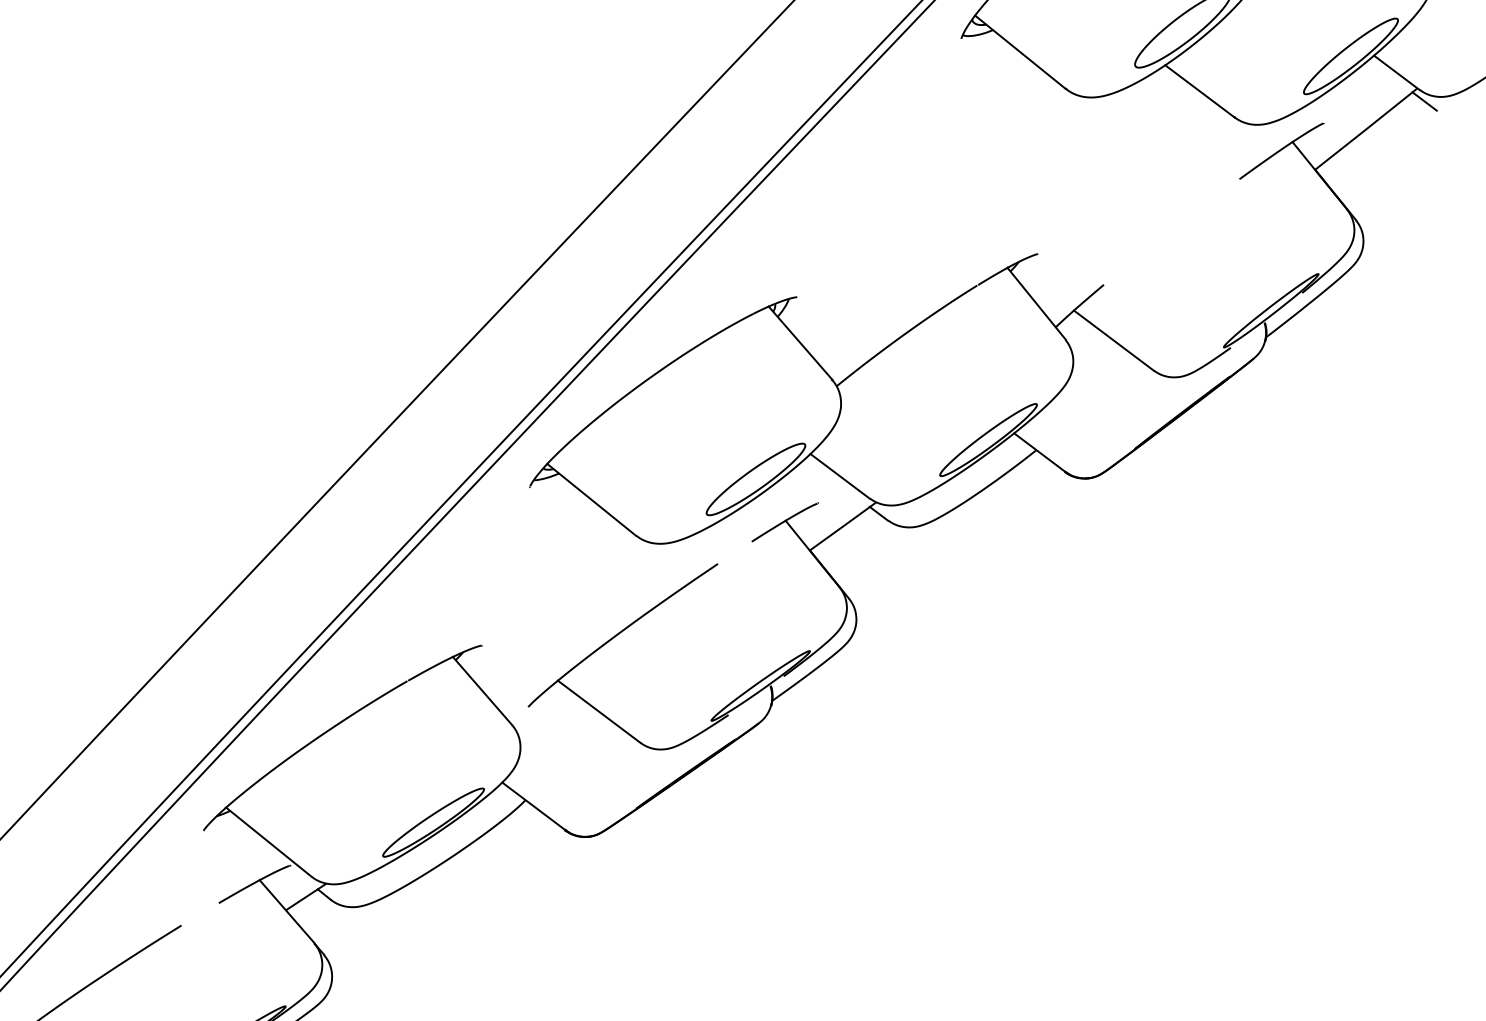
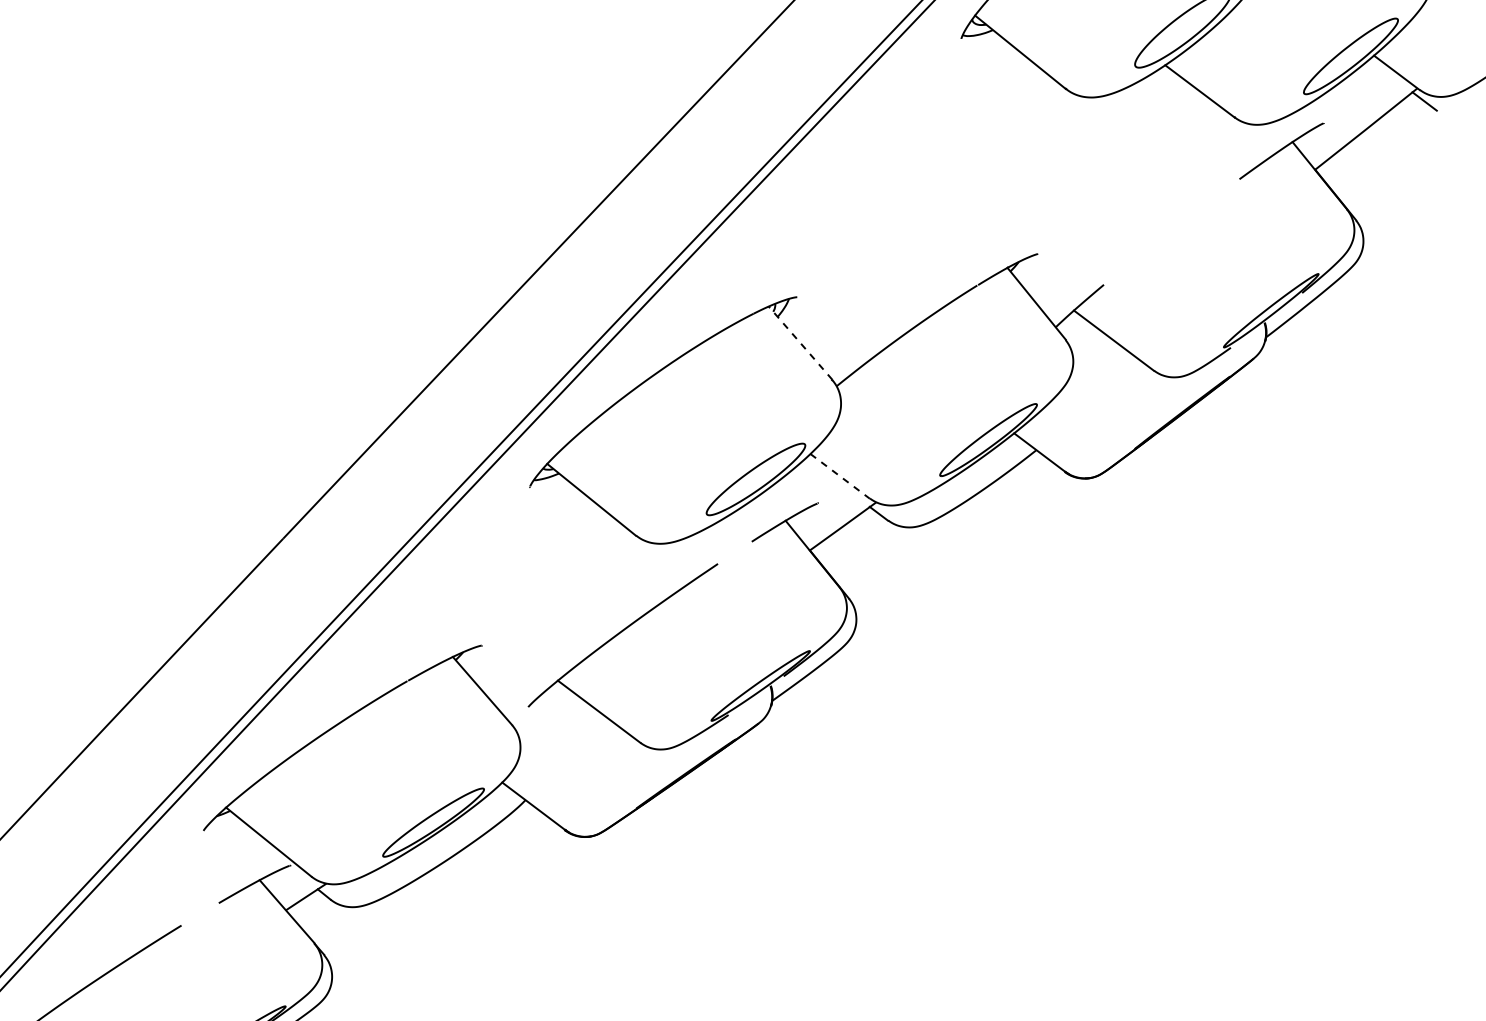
line at (800, 343): solid -> dashed
line at (840, 476): solid -> dashed
